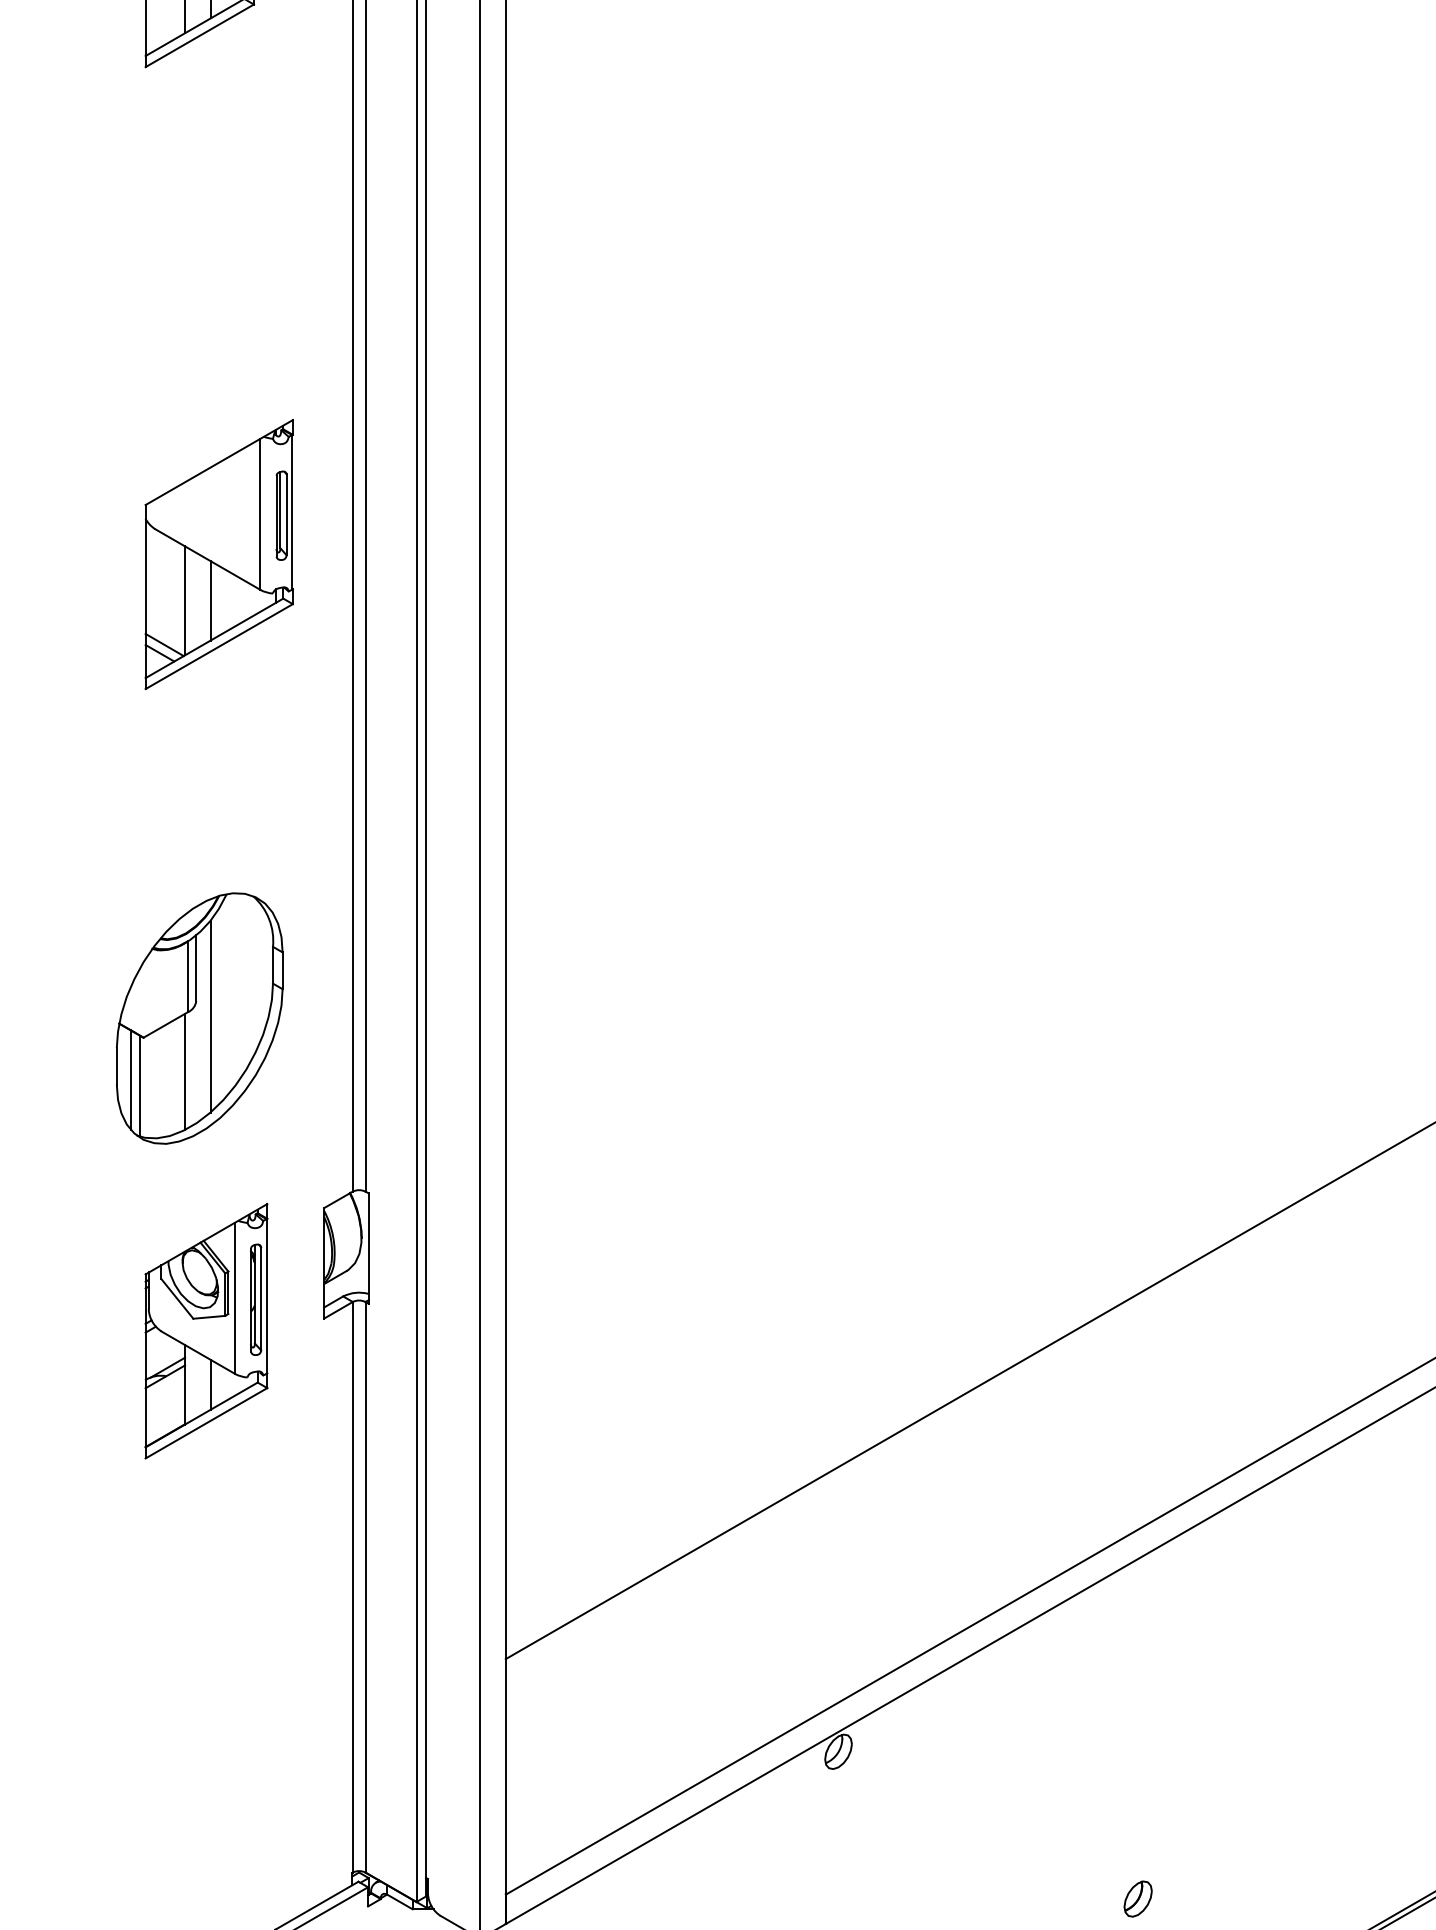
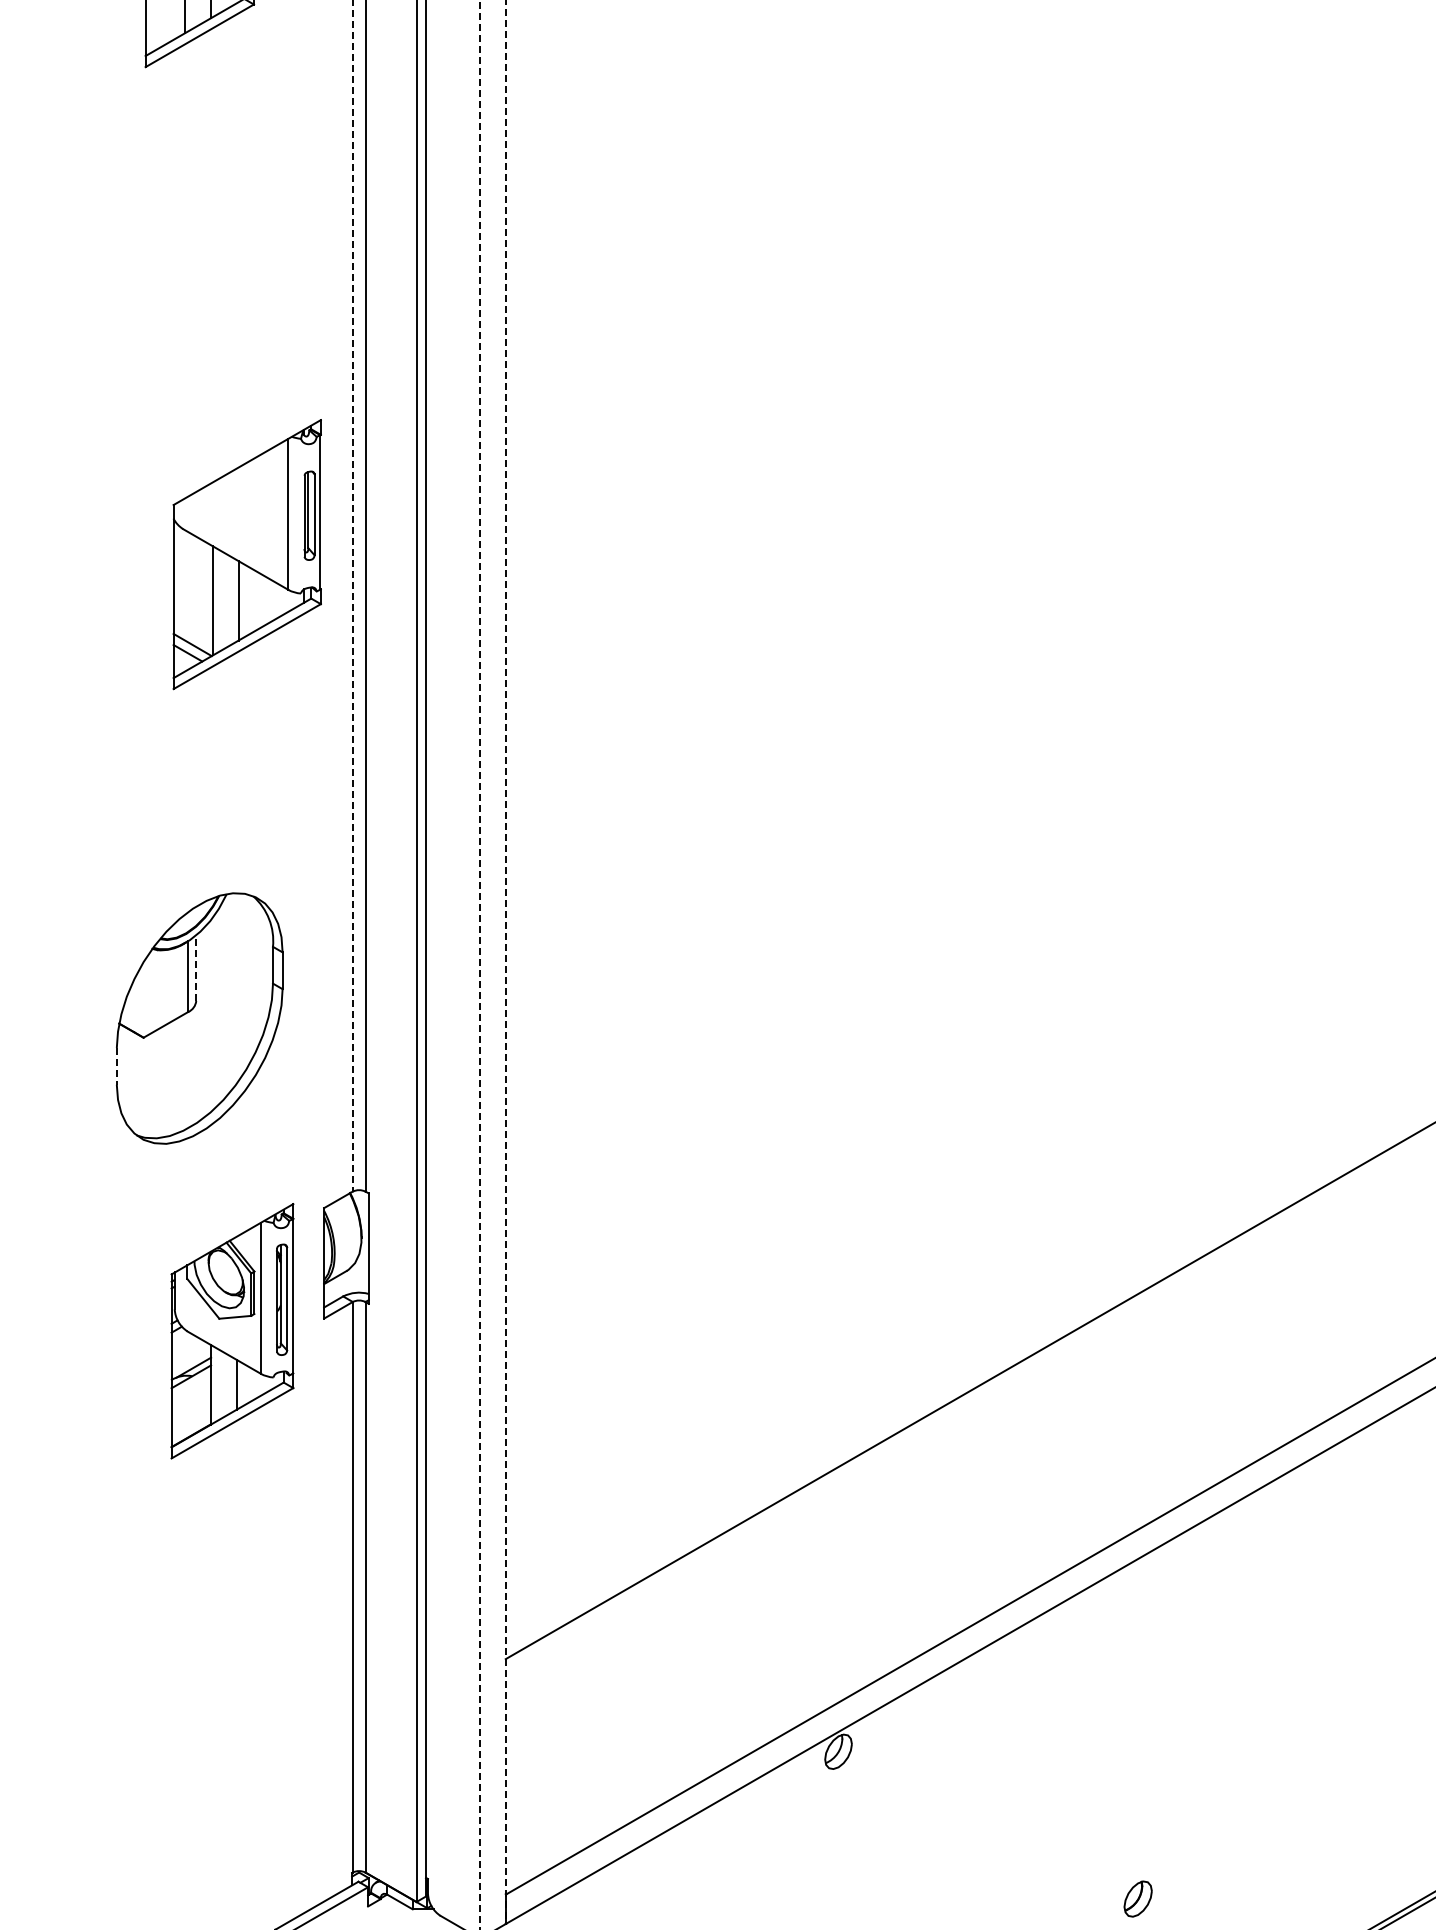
part at (218, 554) position: (218, 554) -> (246, 554)
line at (352, 596): solid -> dashed
line at (505, 962): solid -> dashed
line at (480, 965): solid -> dashed
line at (196, 968): solid -> dashed
line at (210, 1016): present -> none
line at (116, 1066): solid -> dashed
line at (185, 1071): present -> none
line at (130, 1079): present -> none
line at (140, 1085): present -> none
part at (206, 1331) position: (206, 1331) -> (232, 1331)
